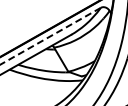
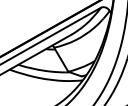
line at (50, 36): dashed -> solid
